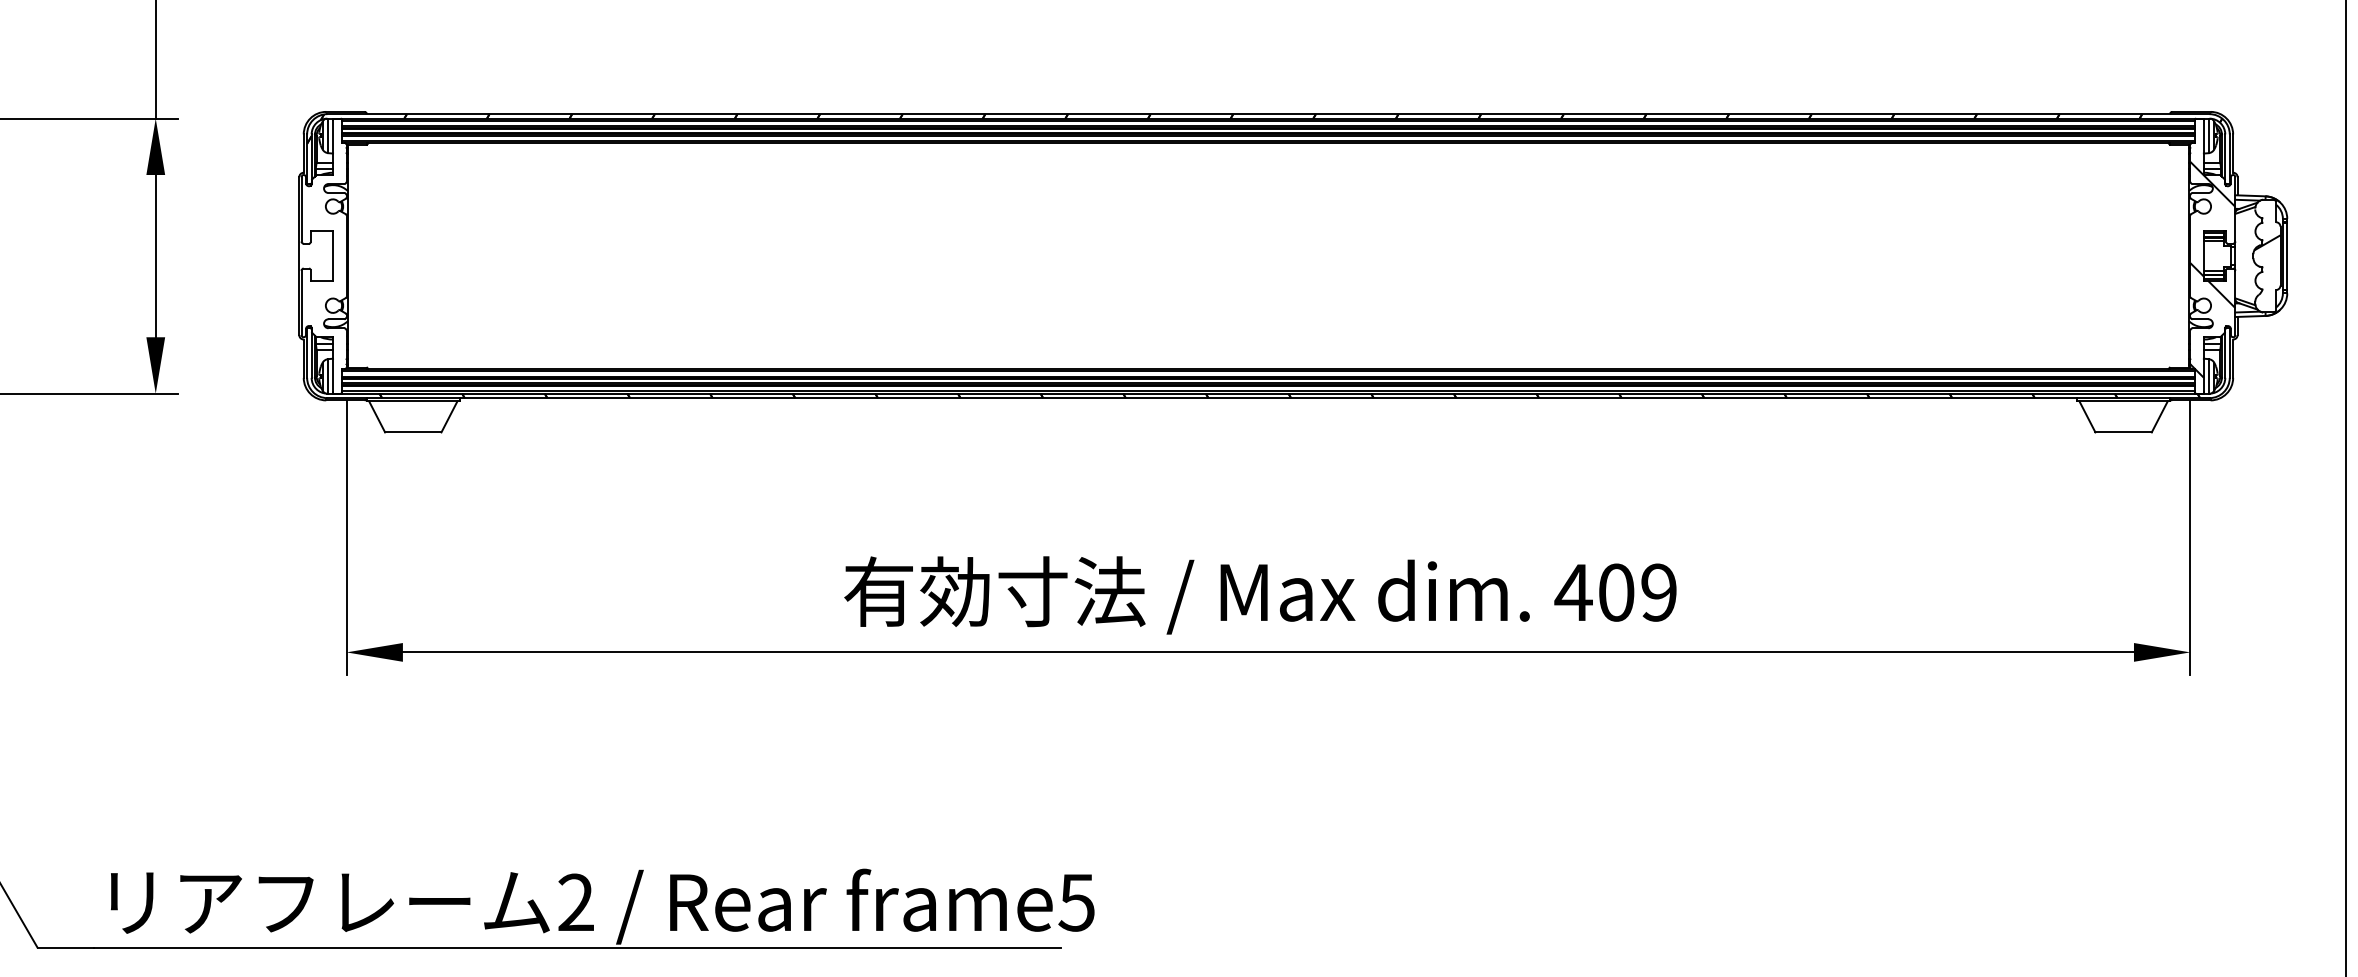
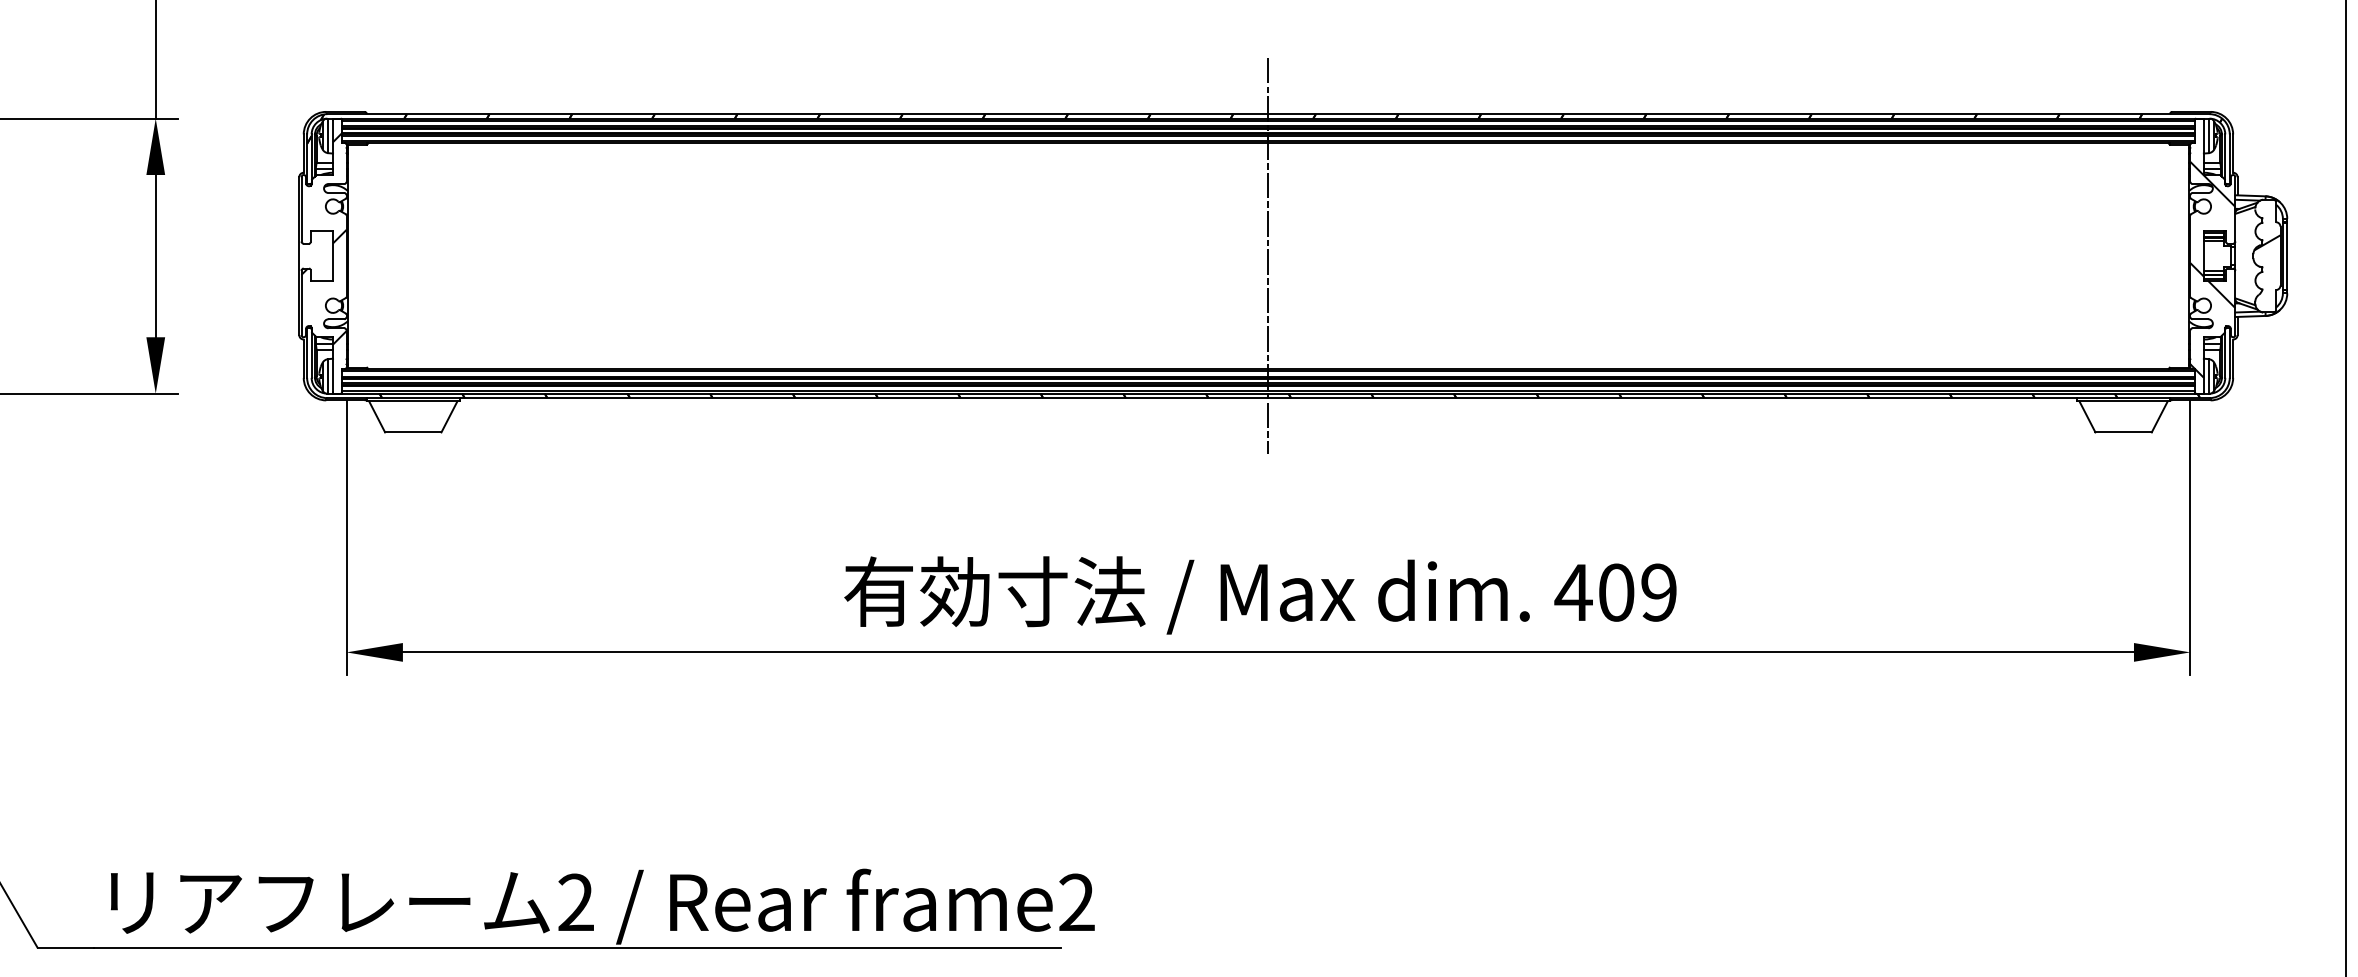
hatch at (323, 238): none -> present
line at (1268, 255): none -> present
text at (1076, 902): frame5 -> frame2
